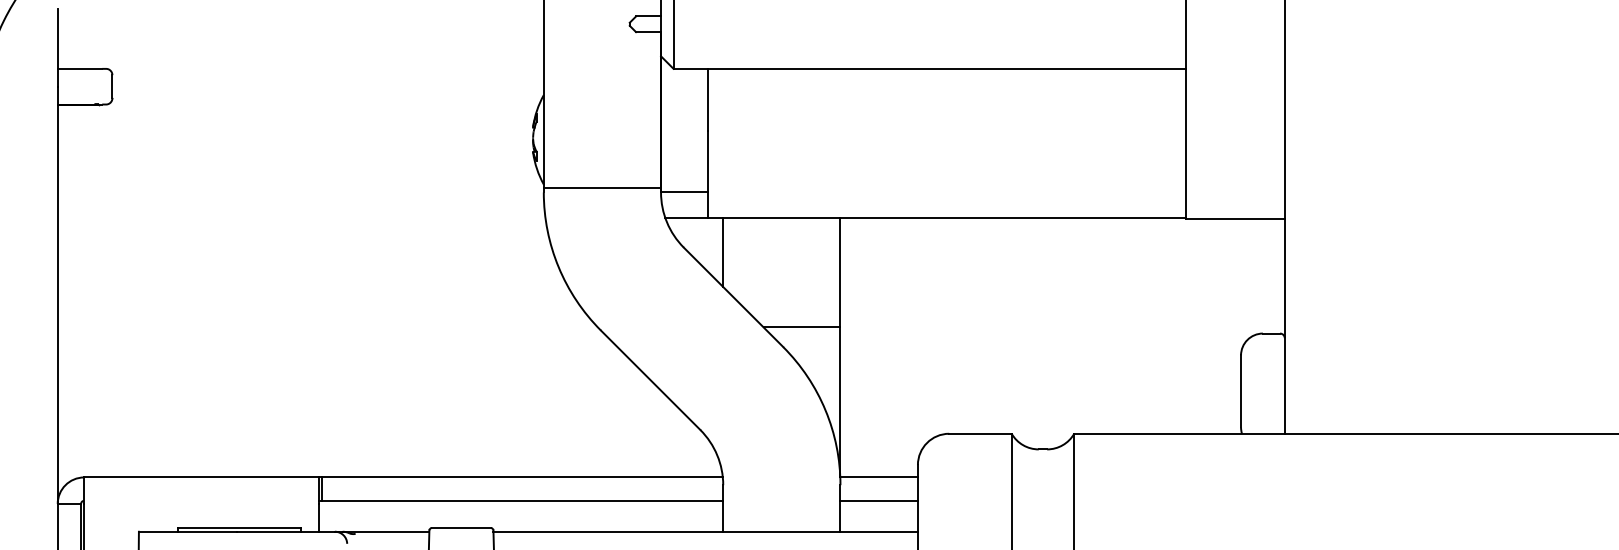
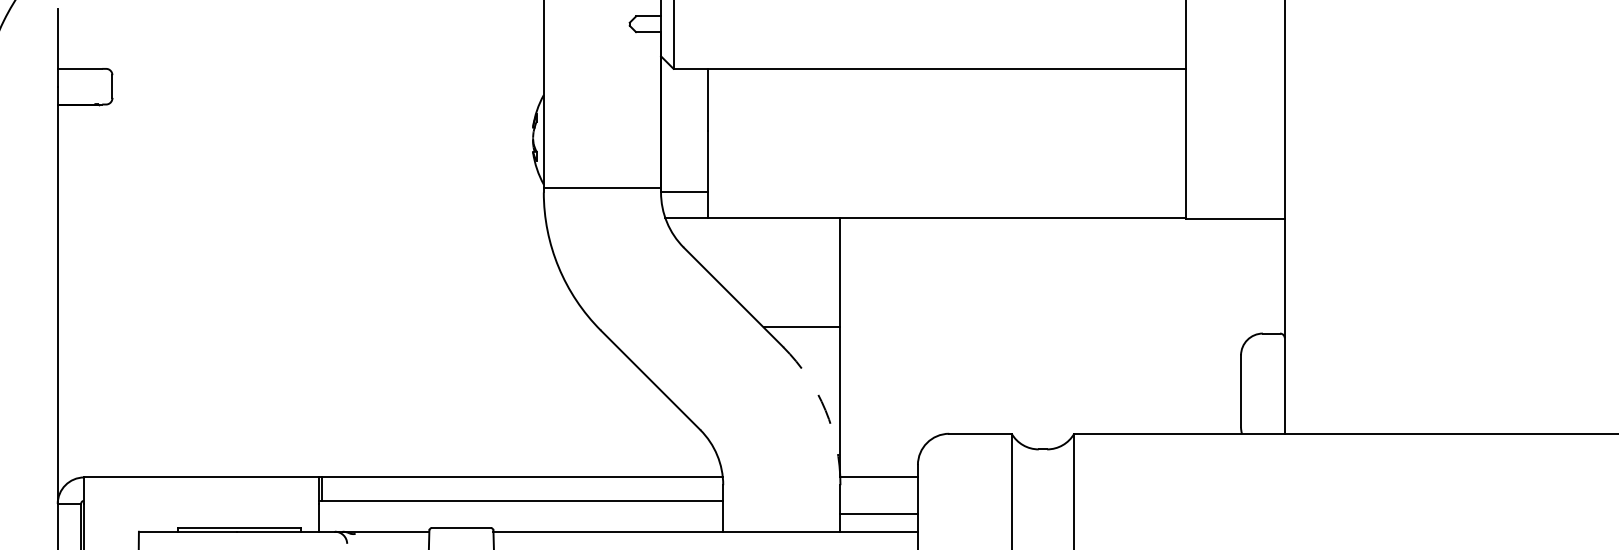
line at (723, 252): present -> none
arc at (825, 410): solid -> dashed
line at (878, 500) position: (878, 500) -> (878, 513)
